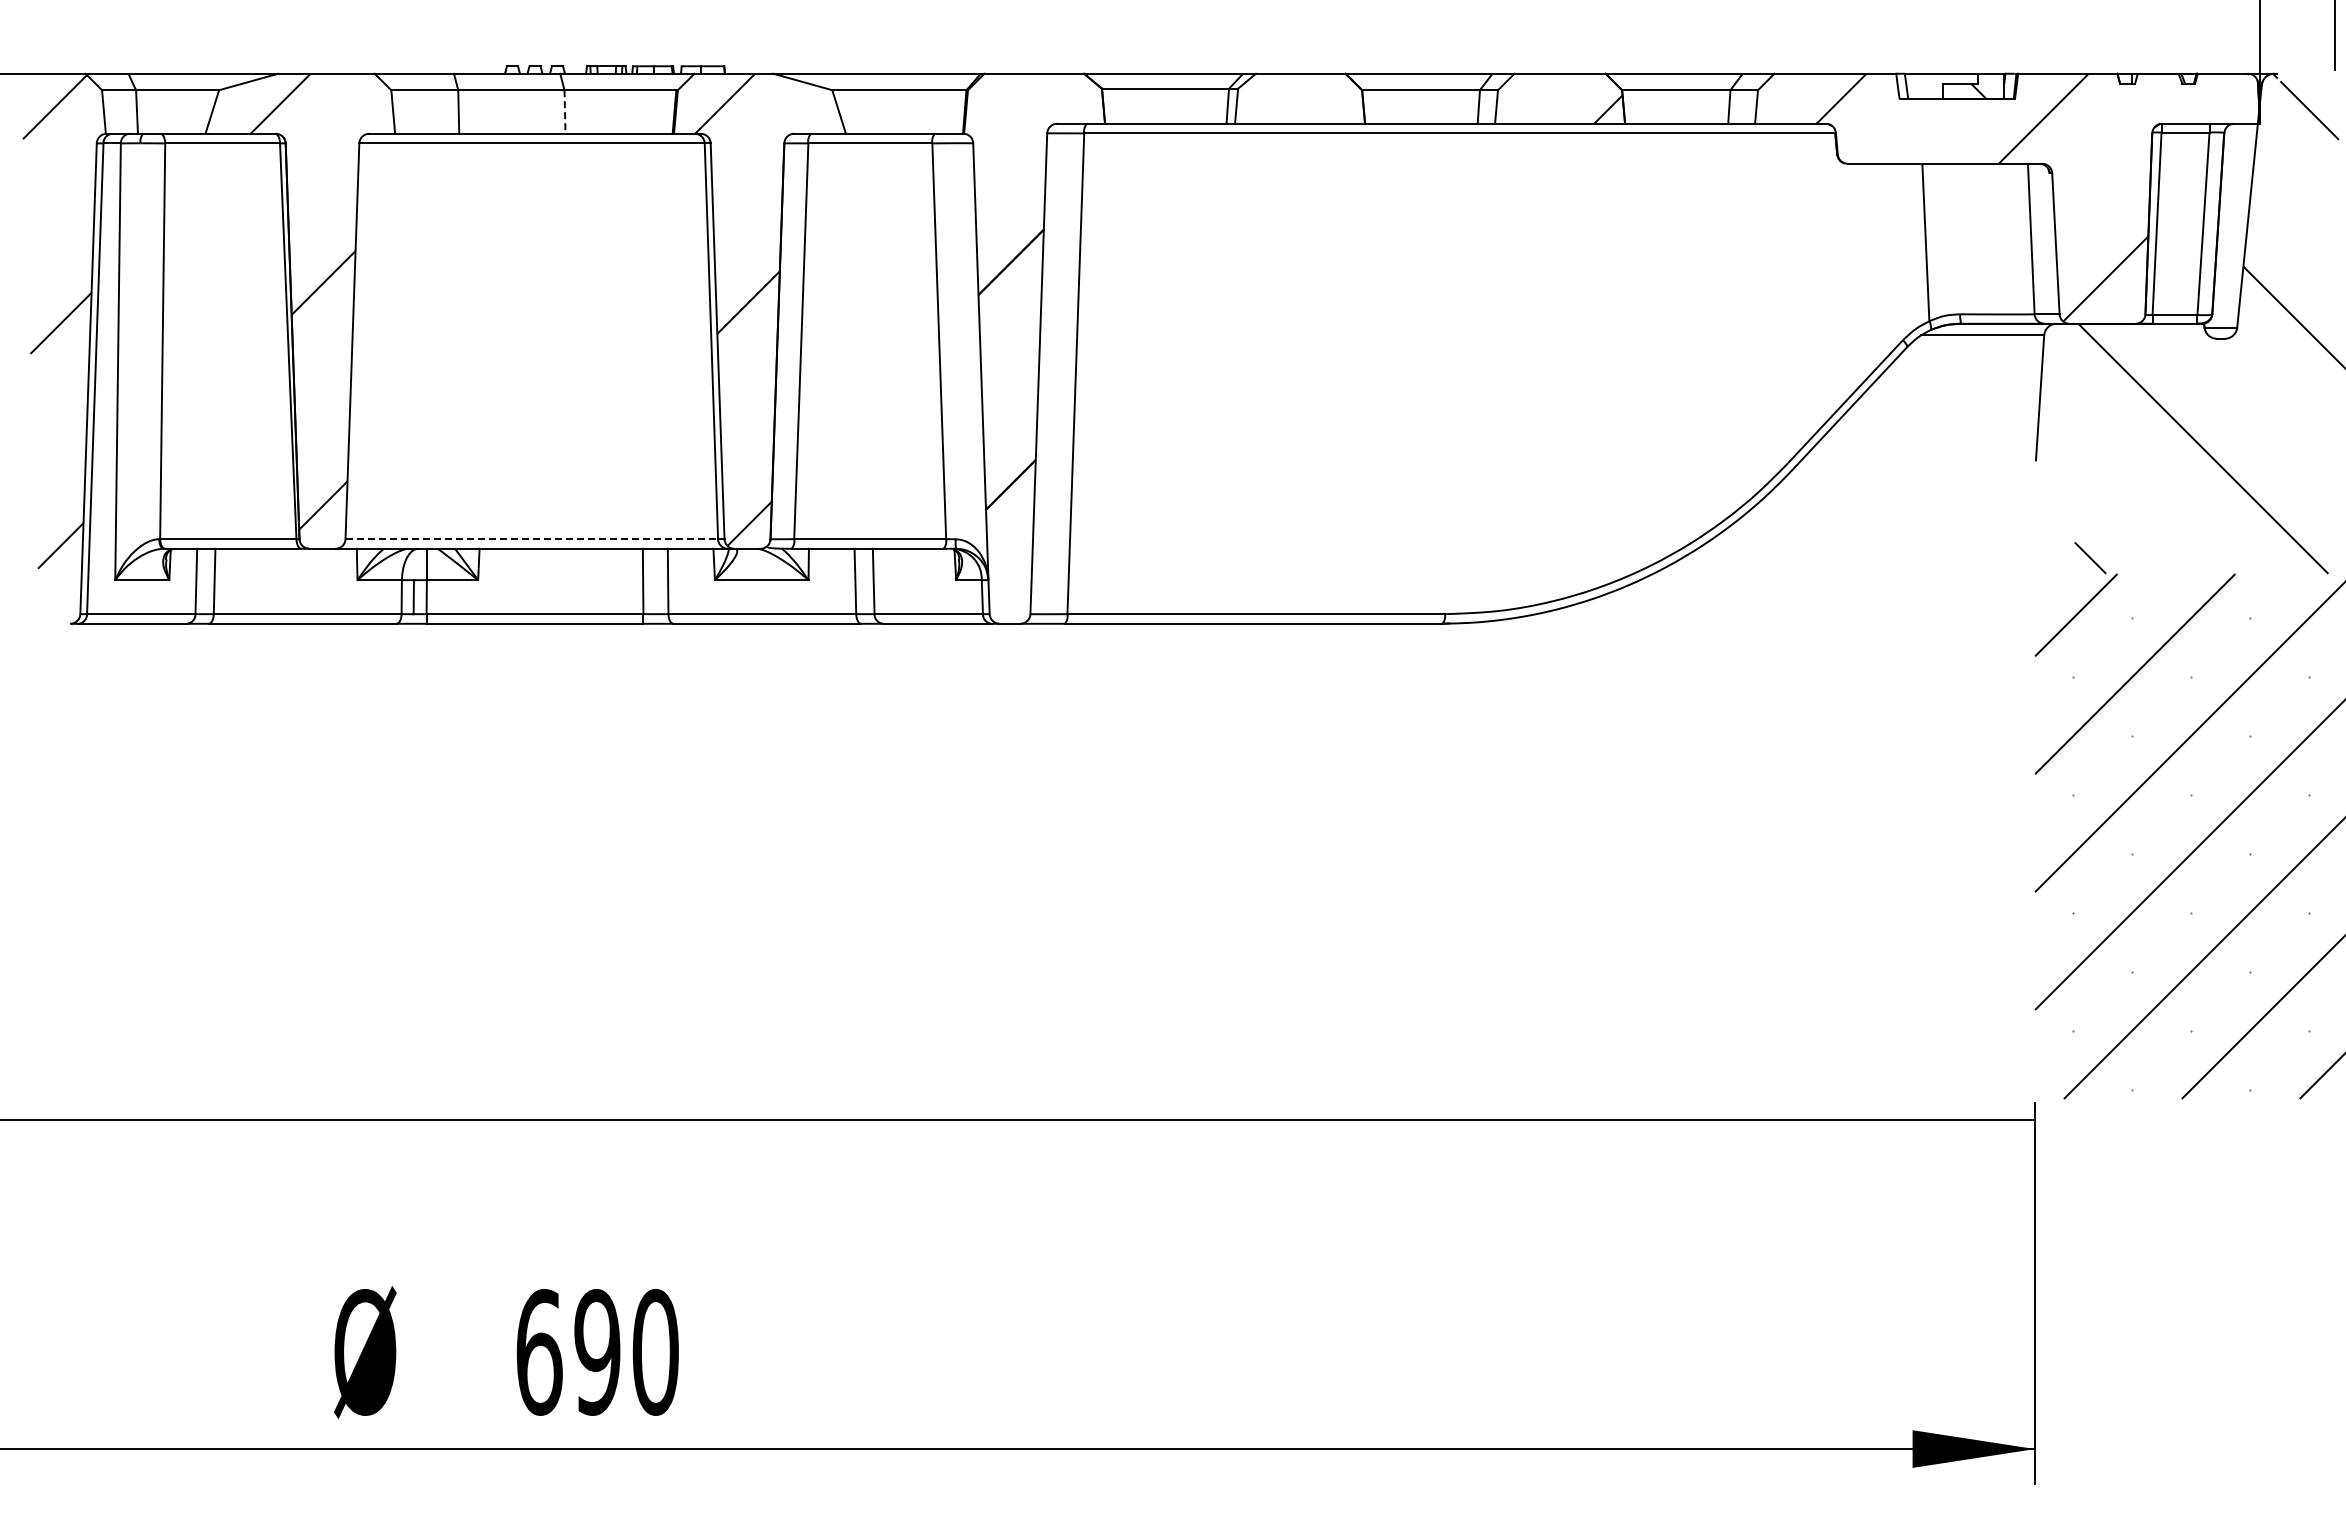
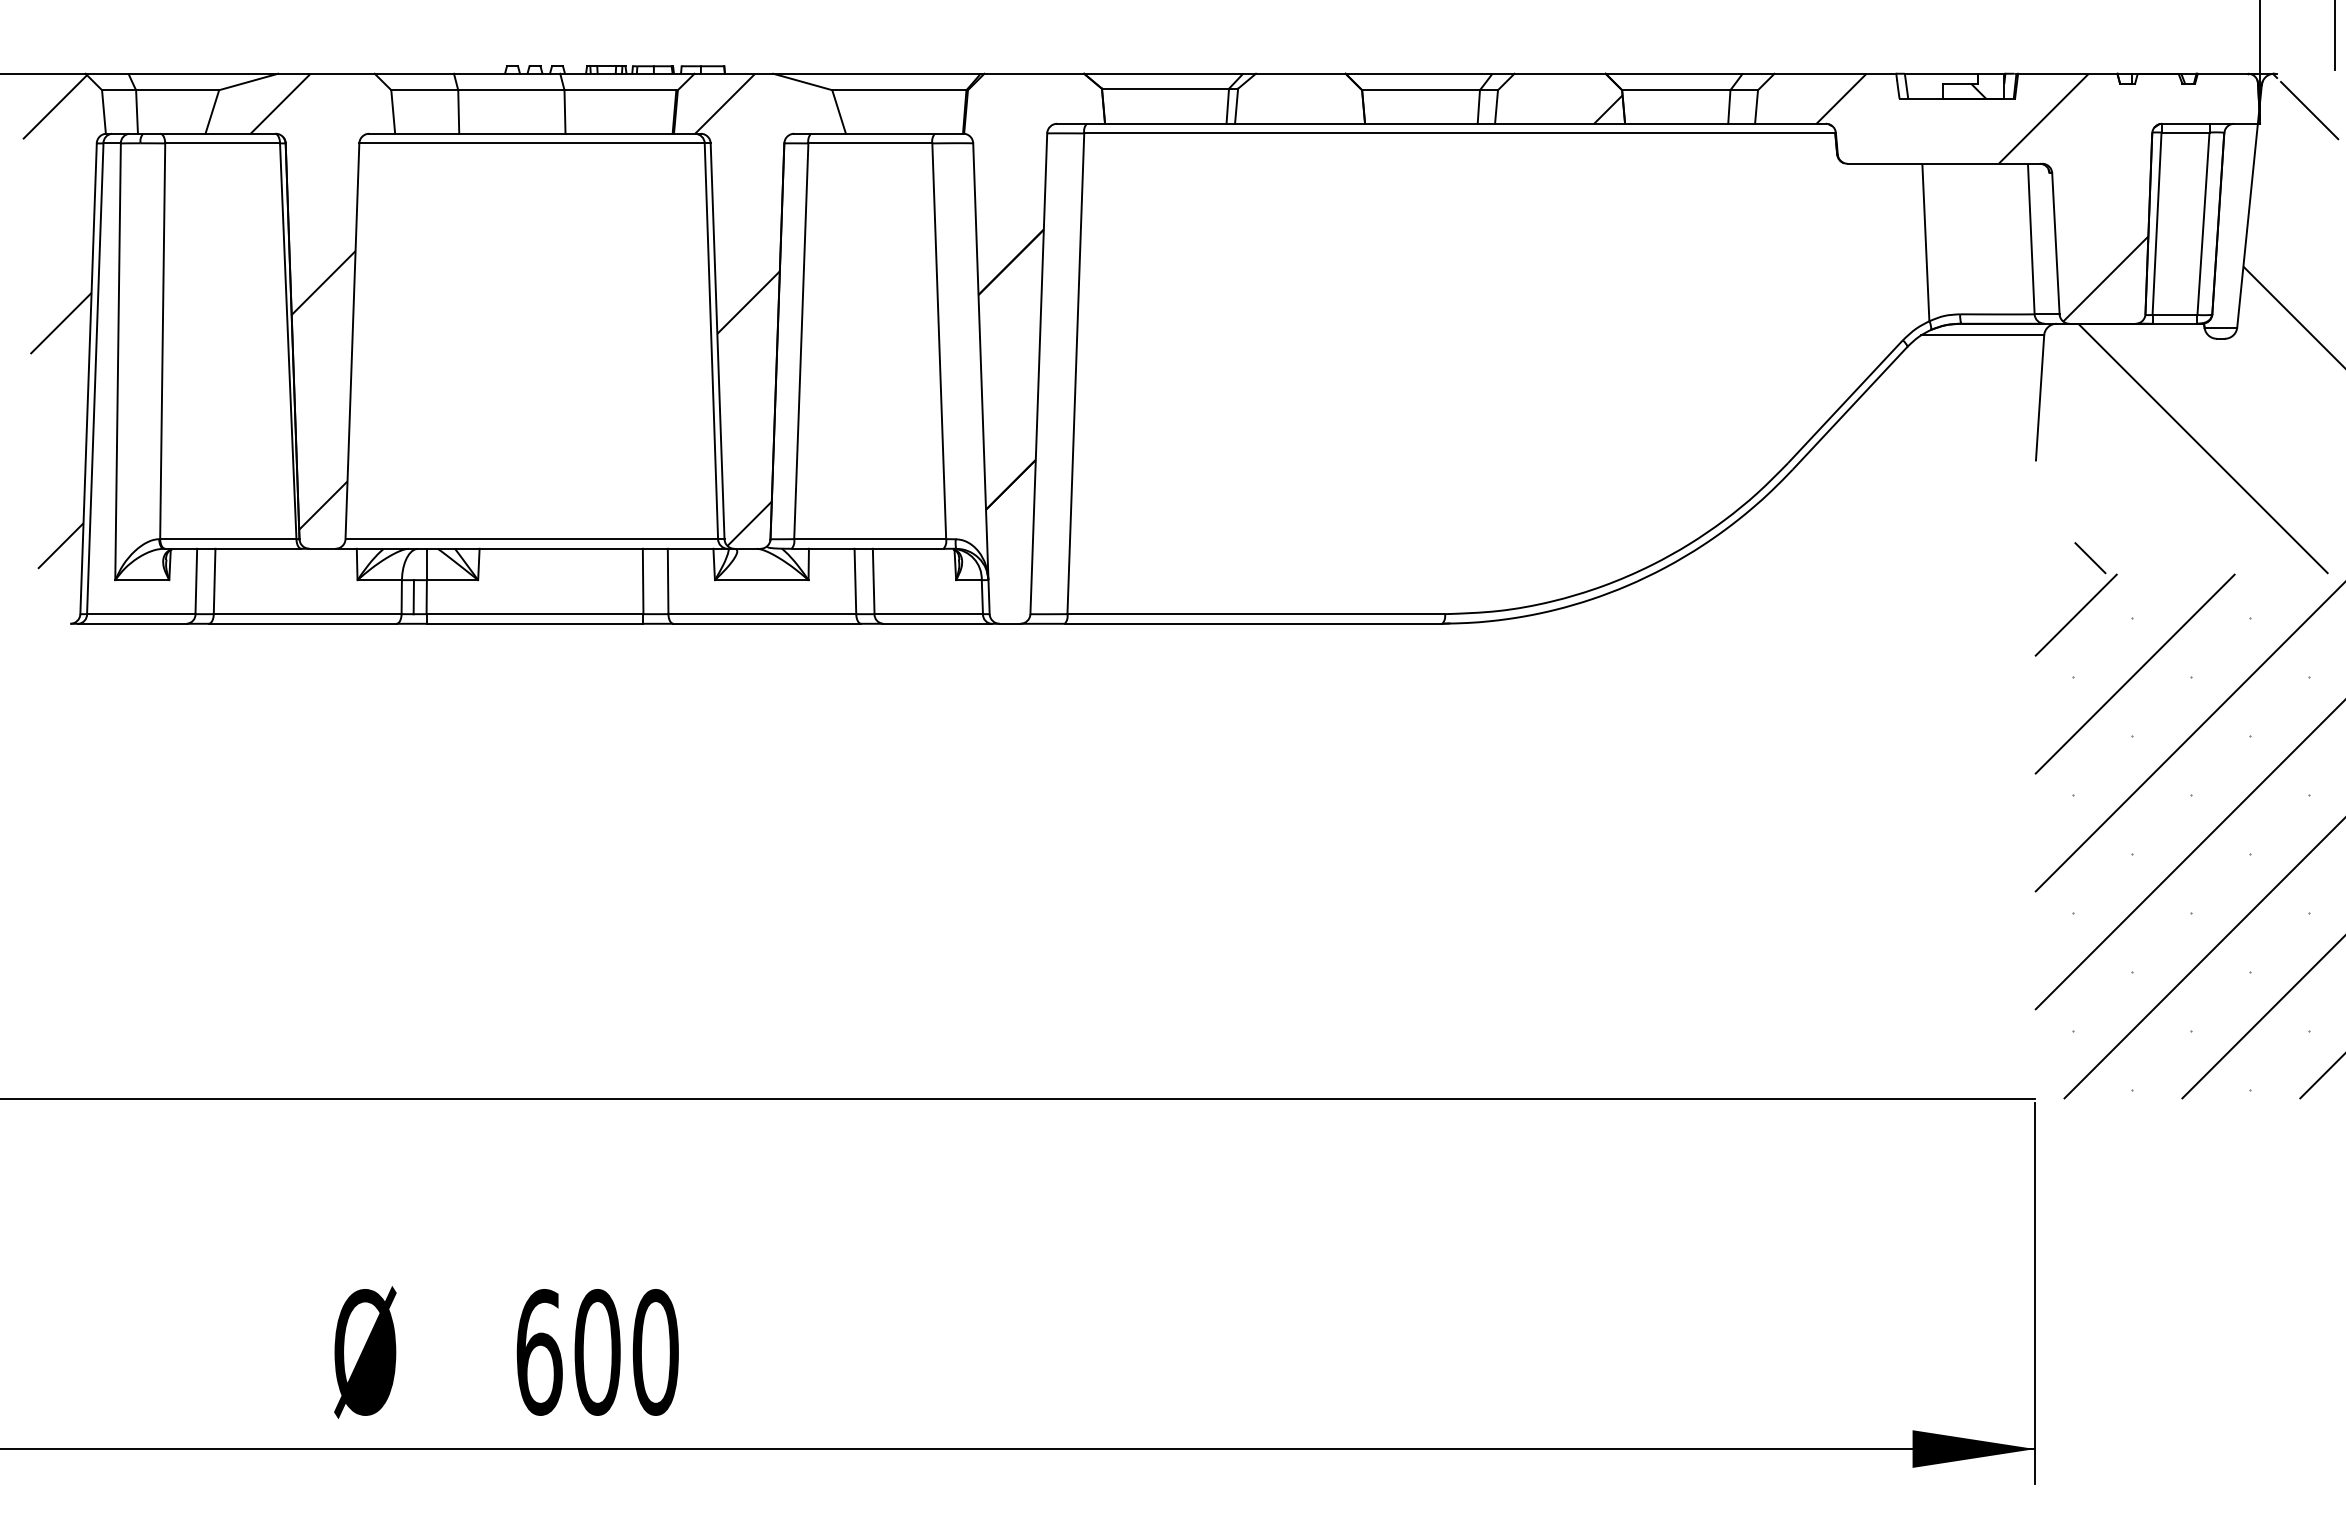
line at (565, 112): dashed -> solid
line at (532, 539): dashed -> solid
line at (1018, 1120) position: (1018, 1120) -> (1018, 1099)
text at (597, 1352): 690 -> 600
